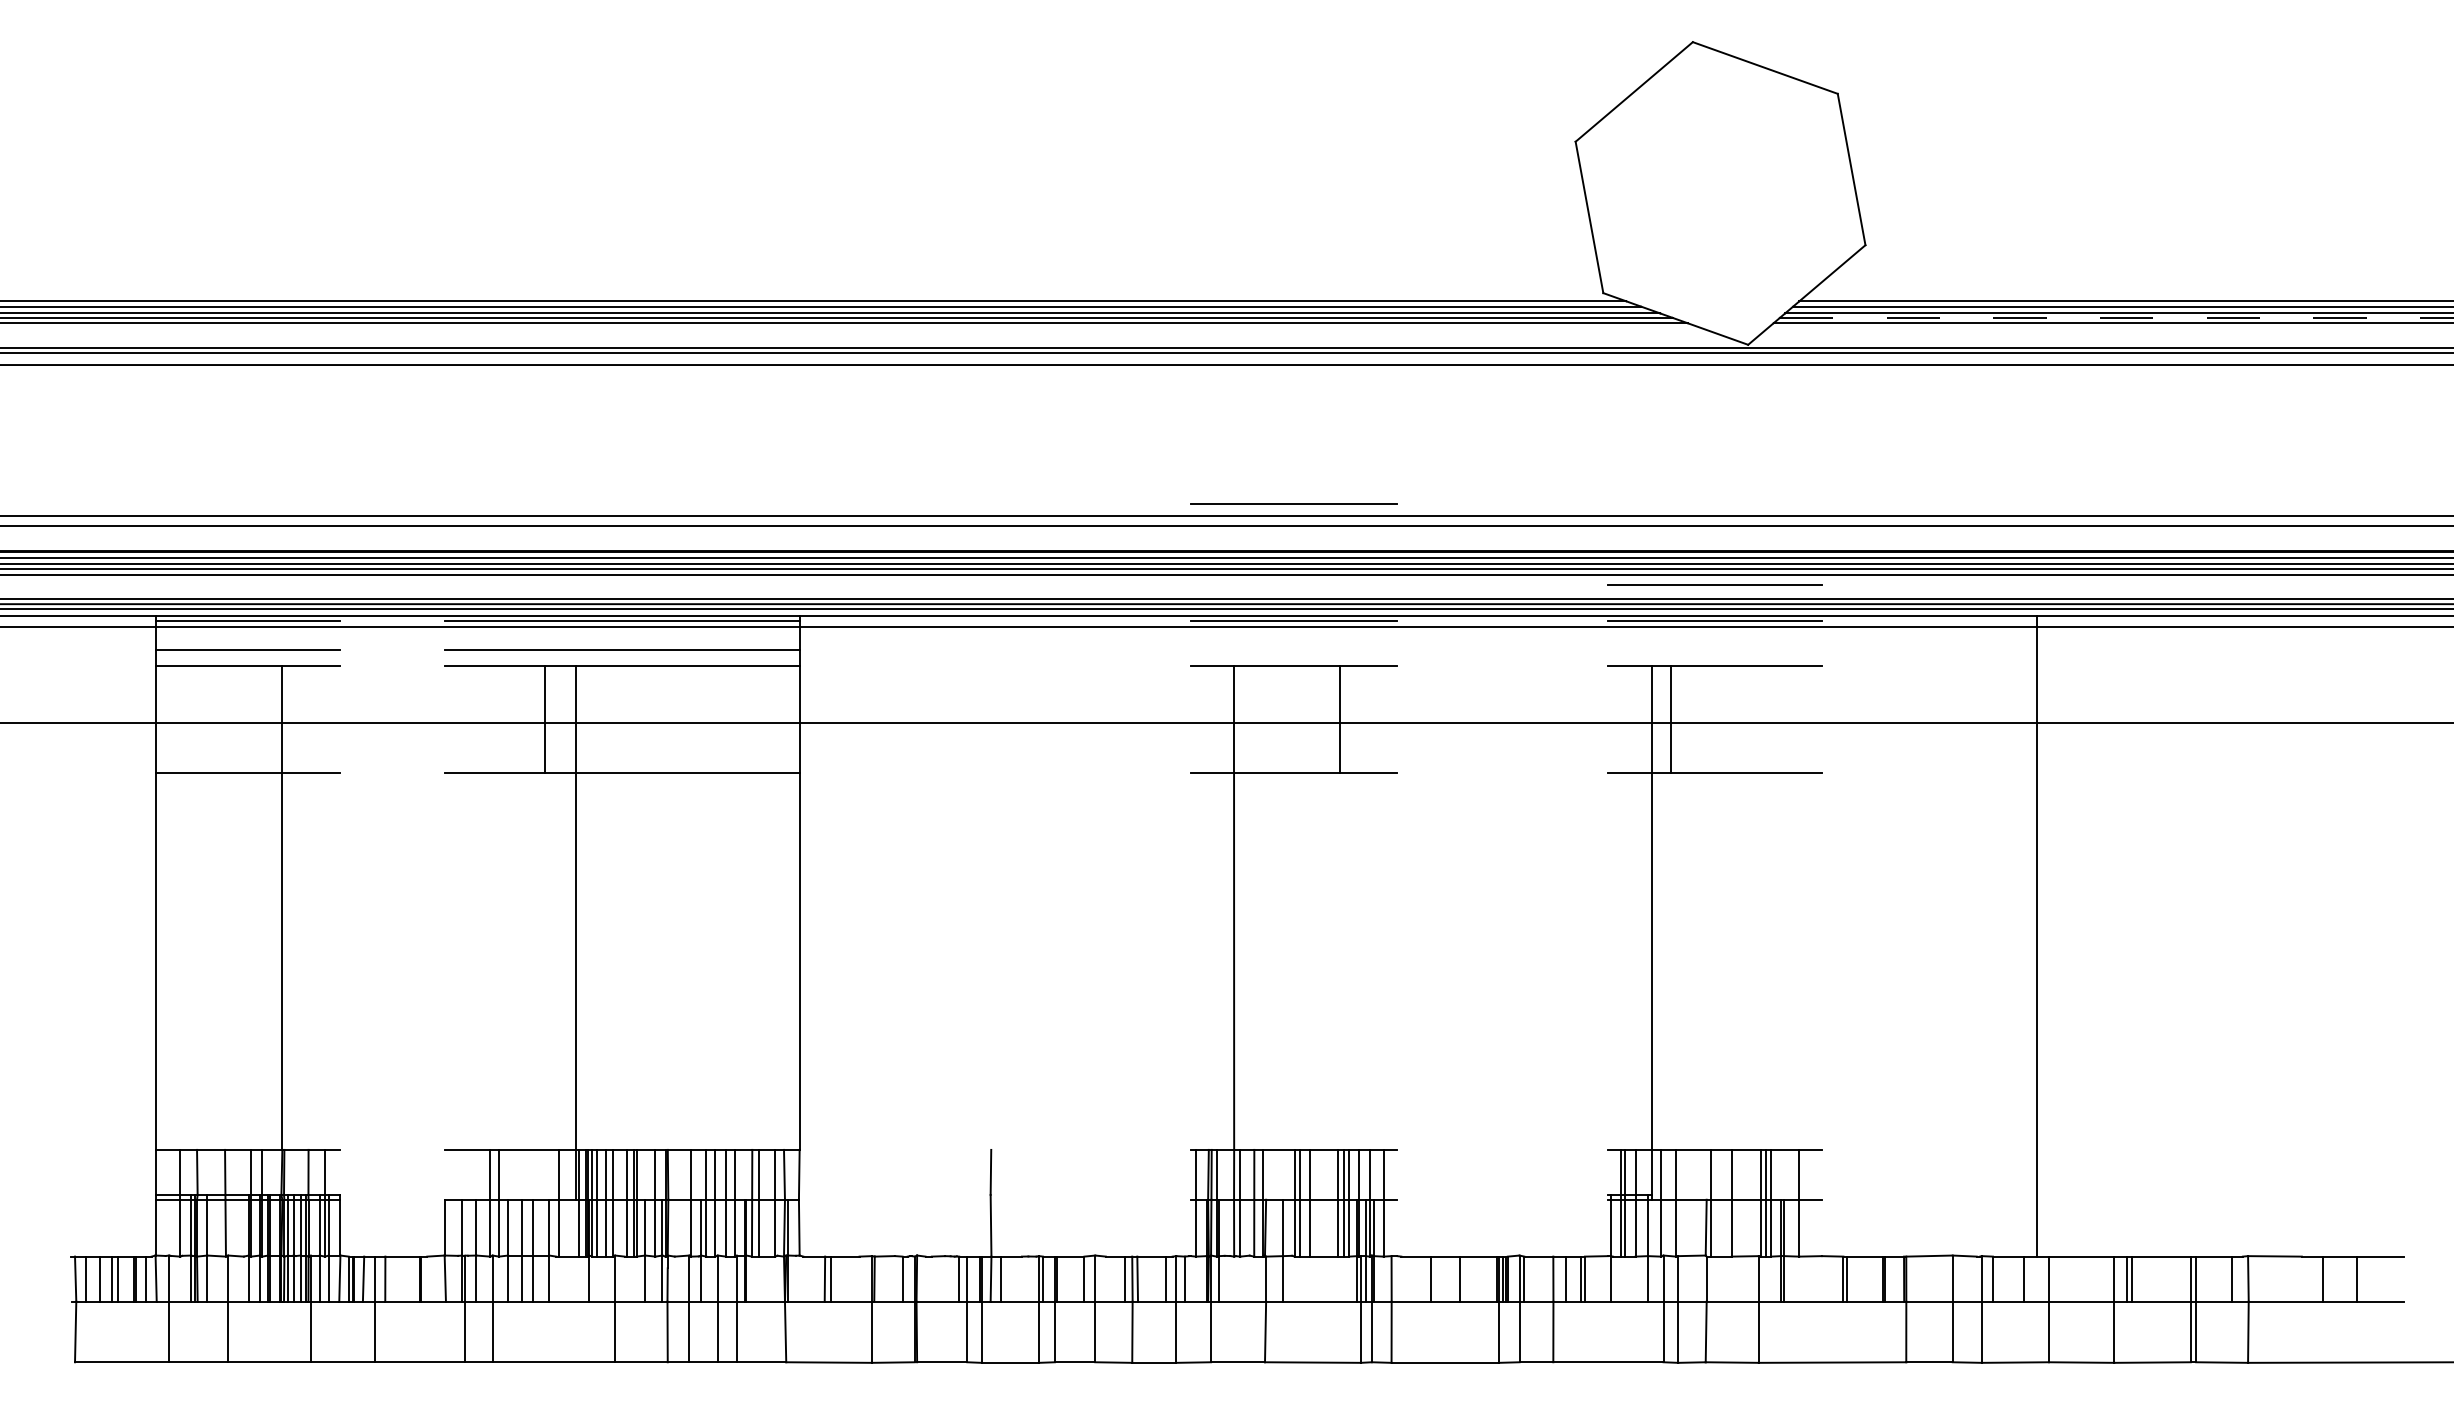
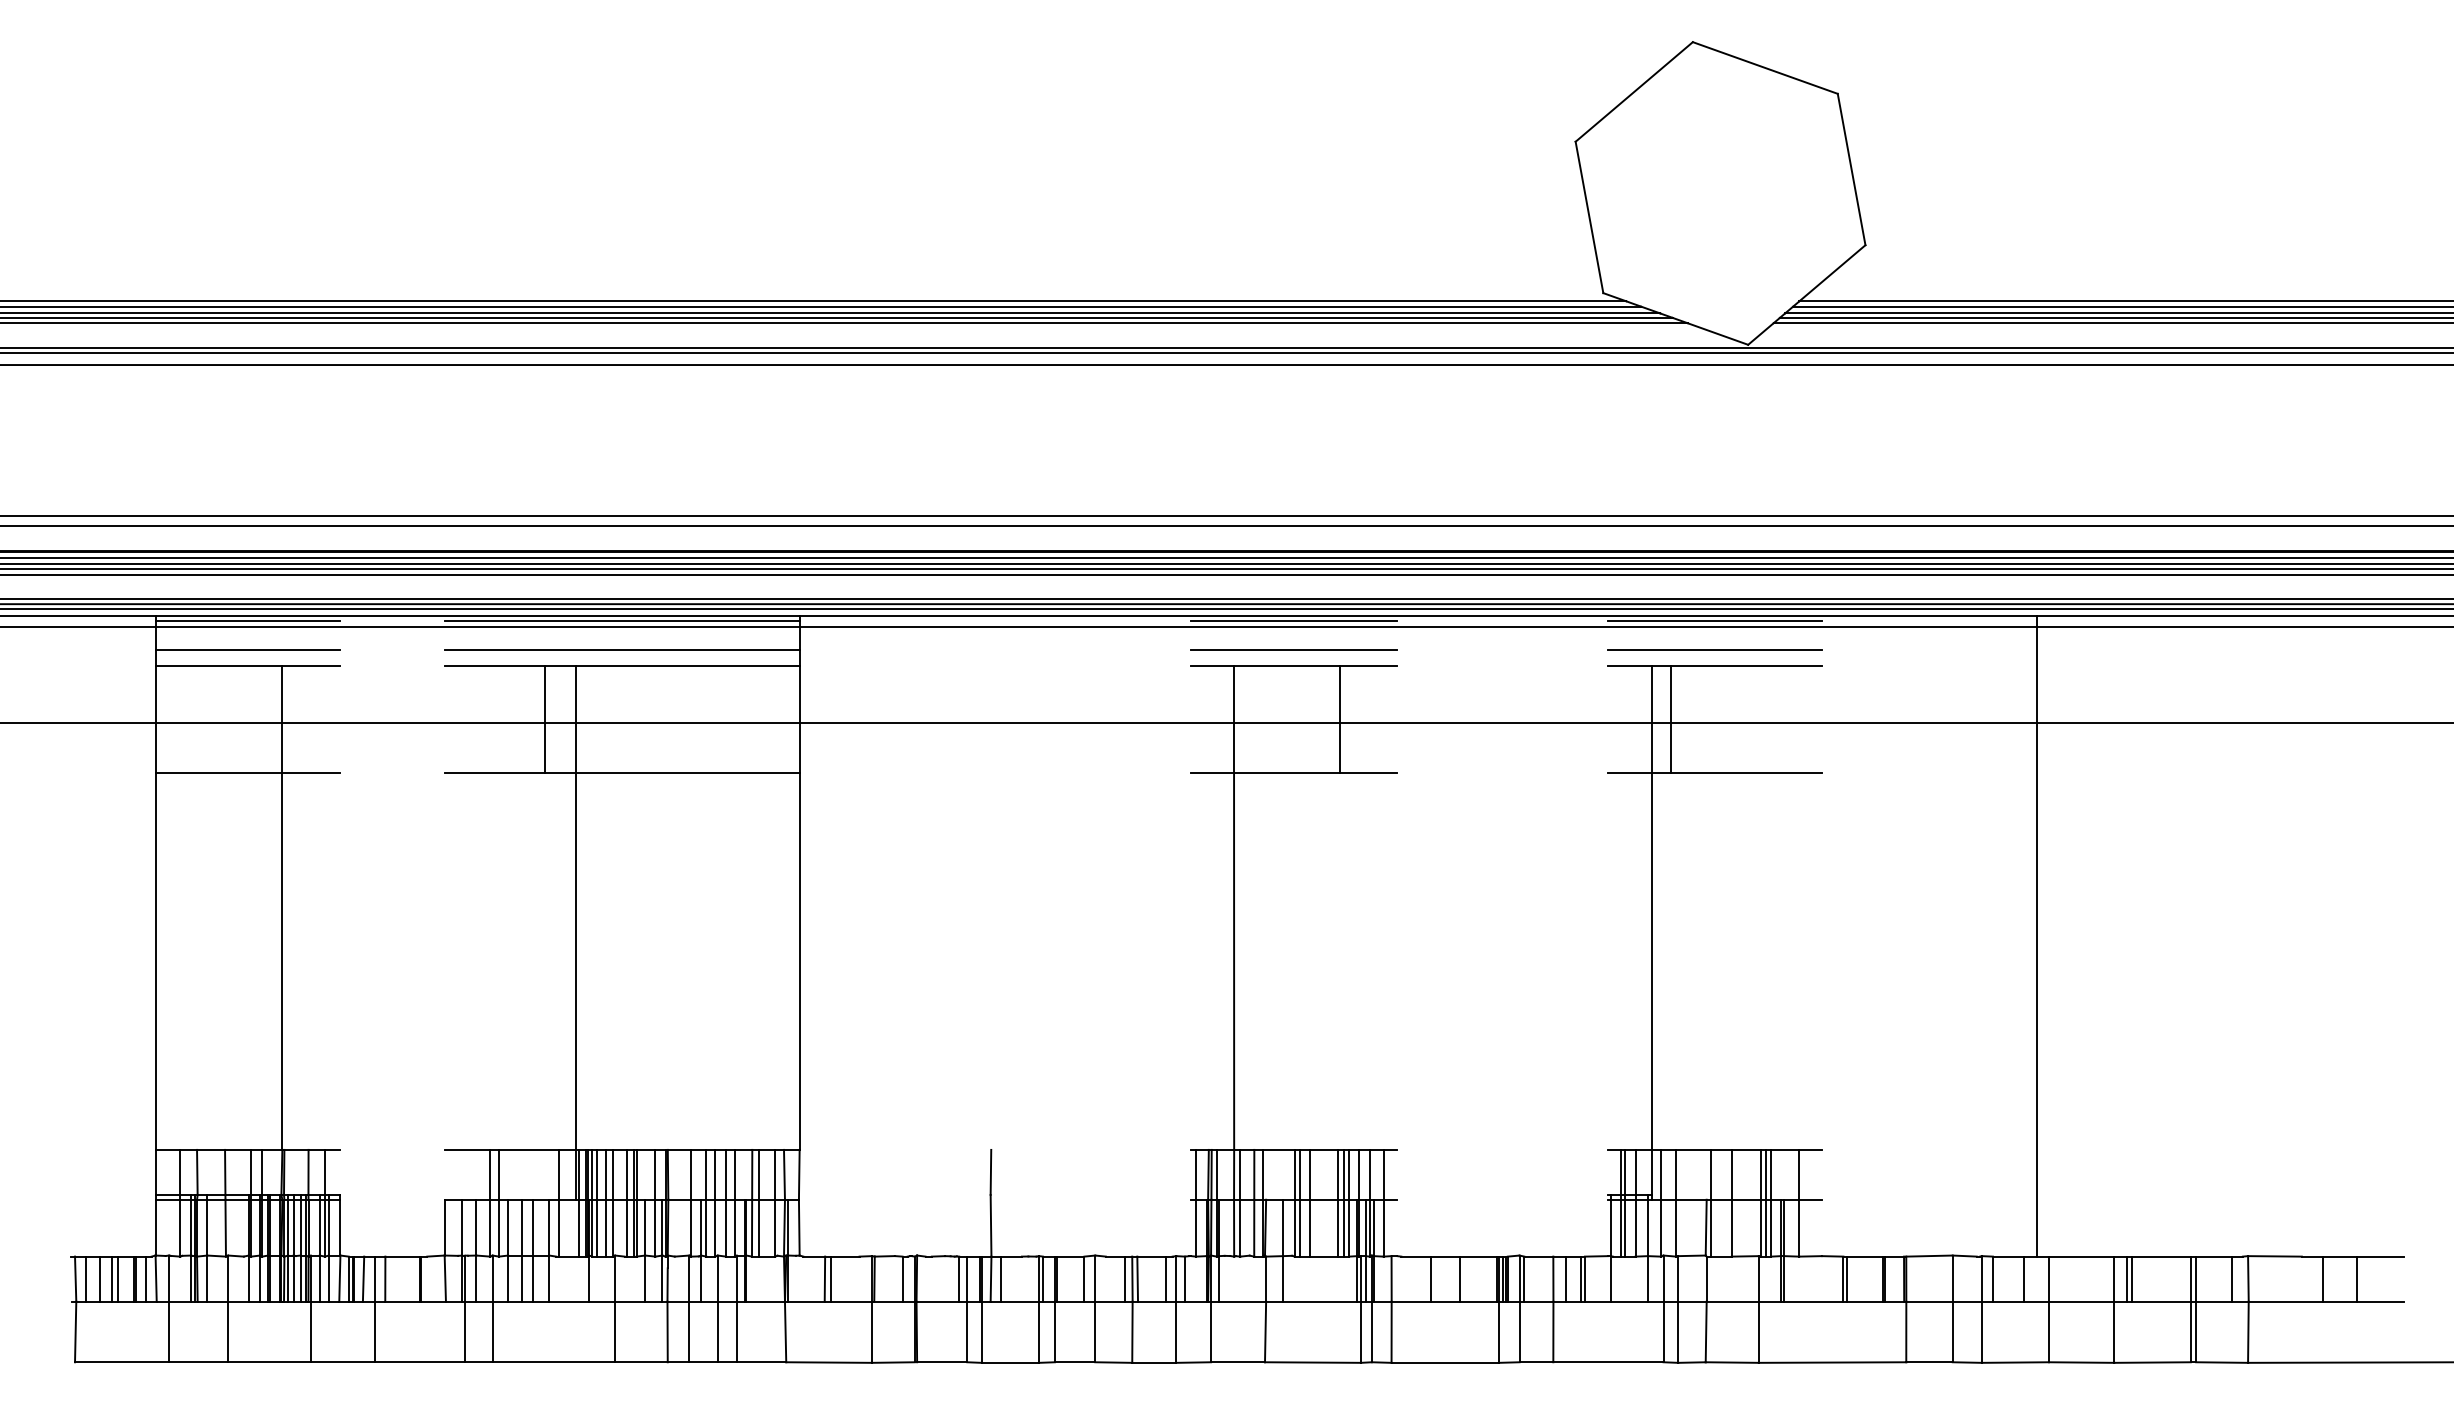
line at (2116, 317): dashed -> solid
line at (1293, 503) position: (1293, 503) -> (1293, 649)
line at (1714, 584) position: (1714, 584) -> (1714, 649)
